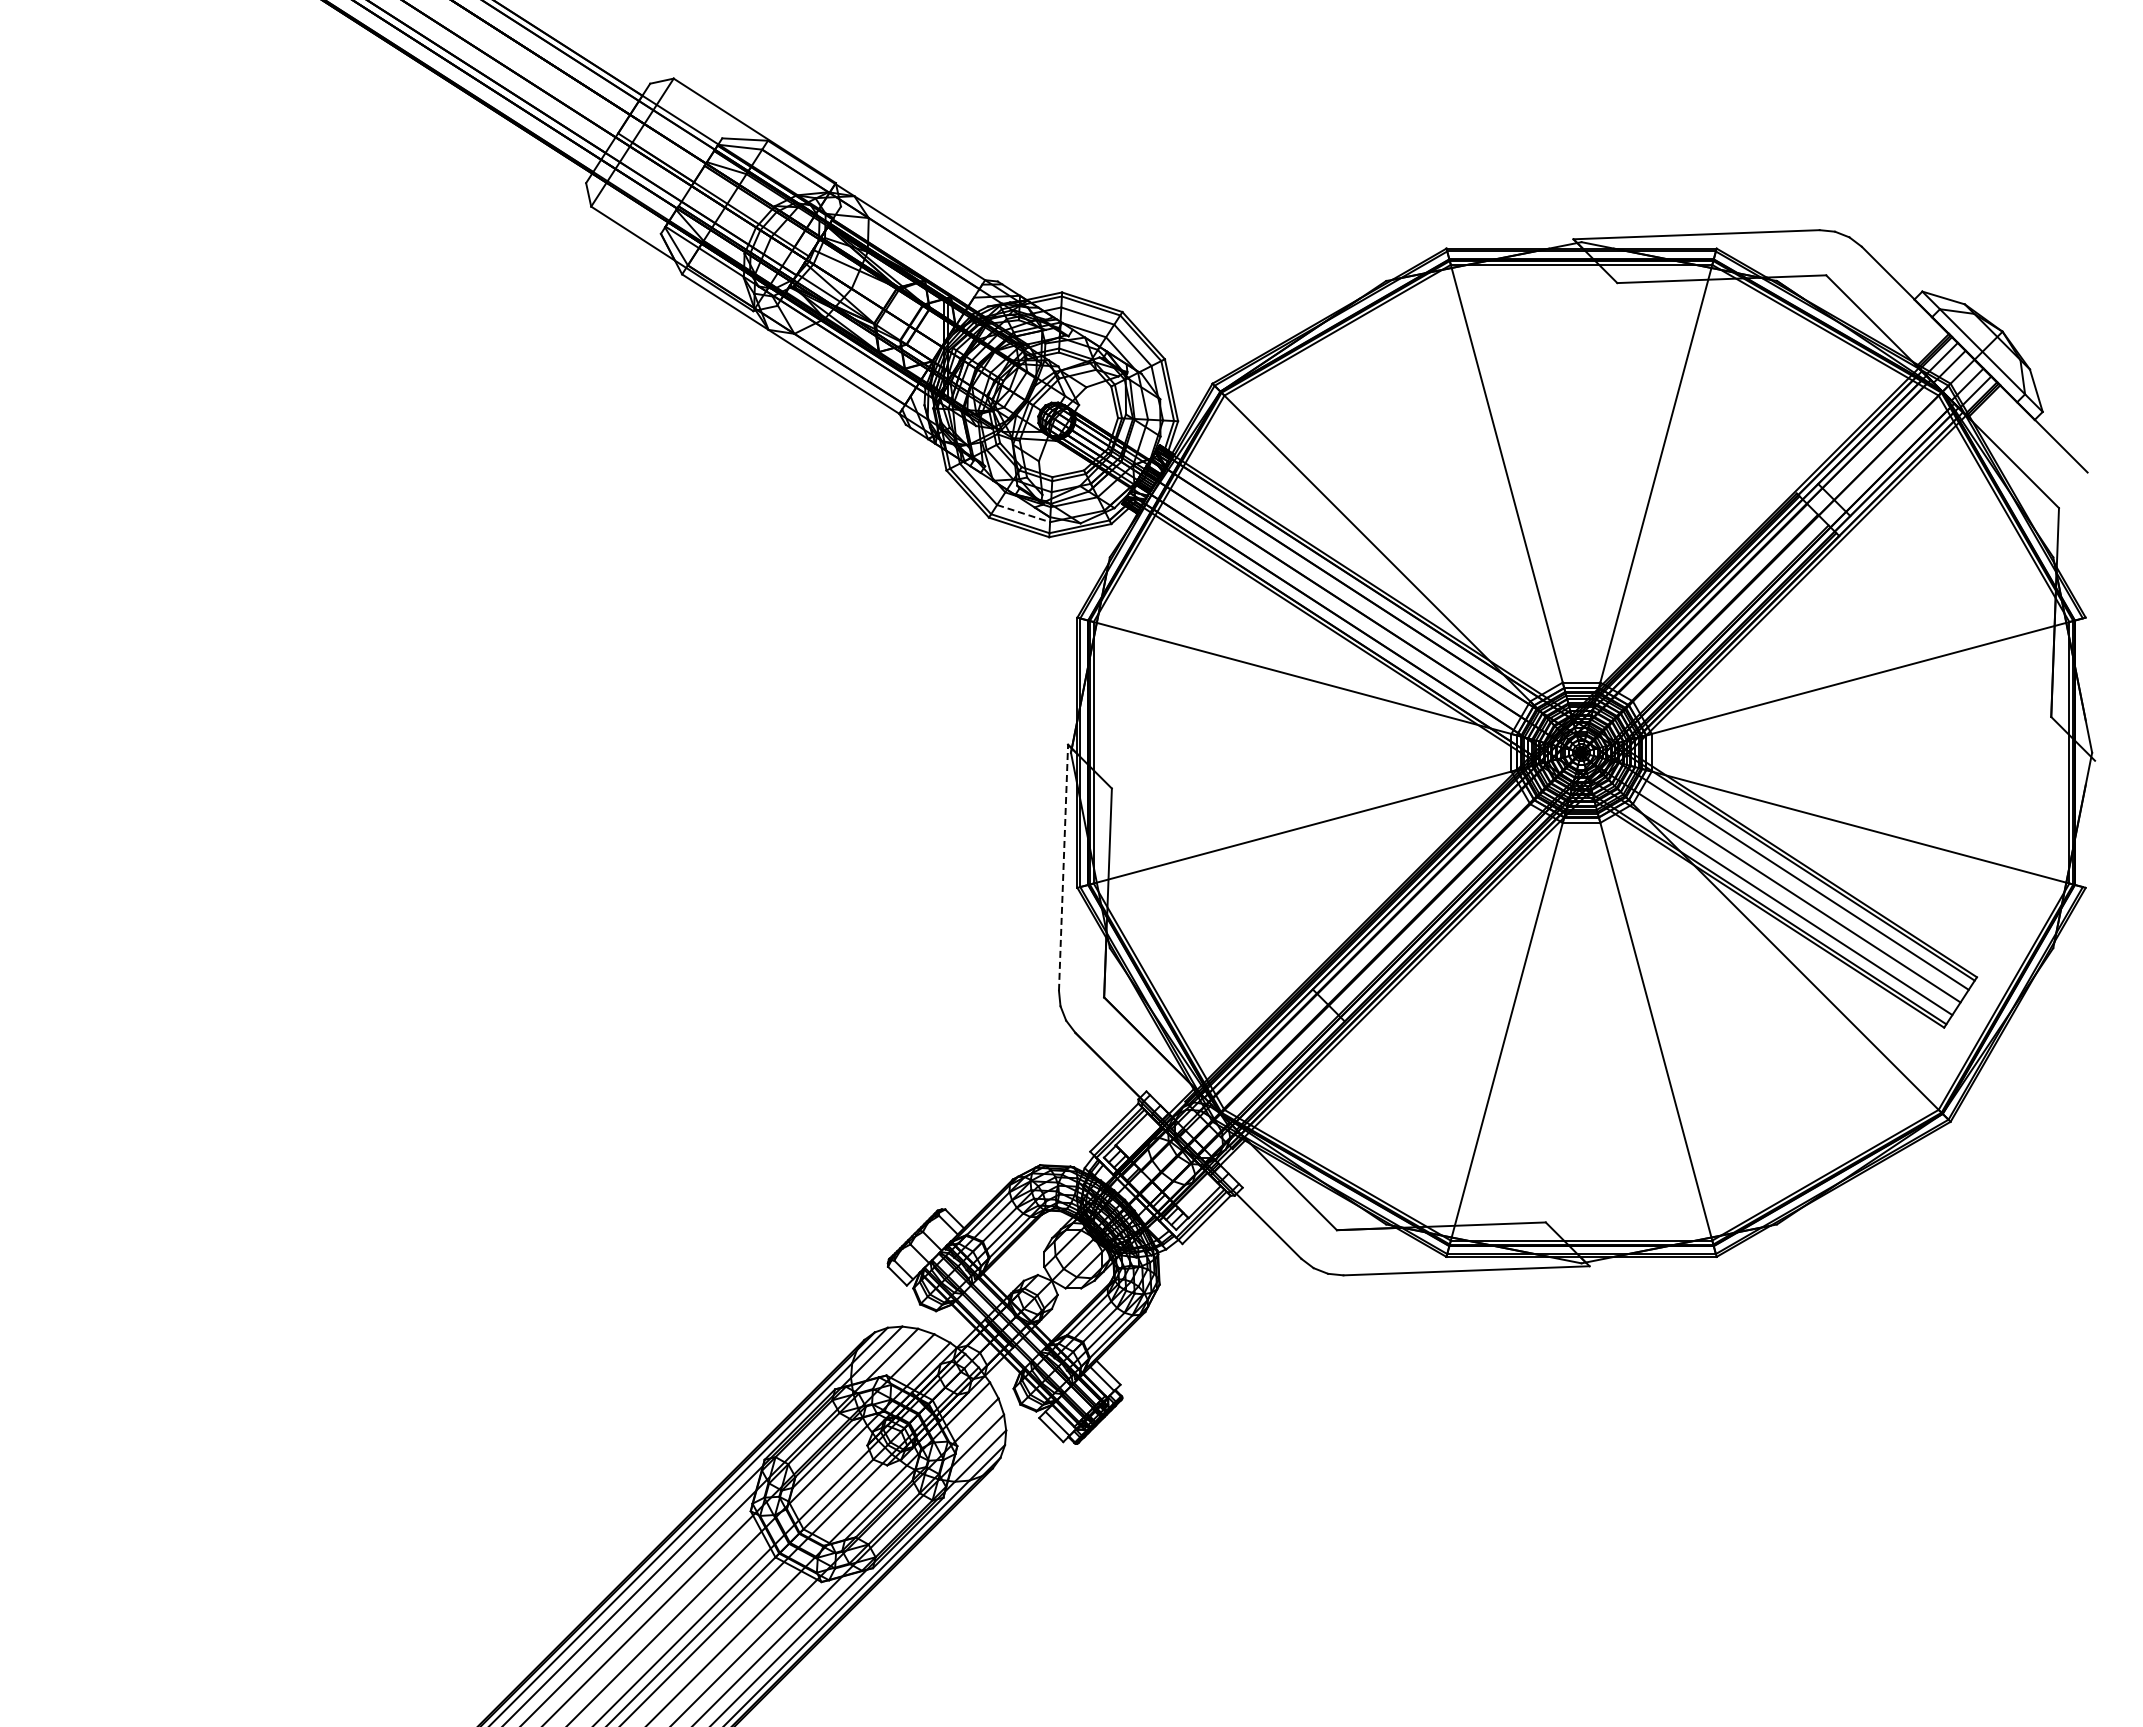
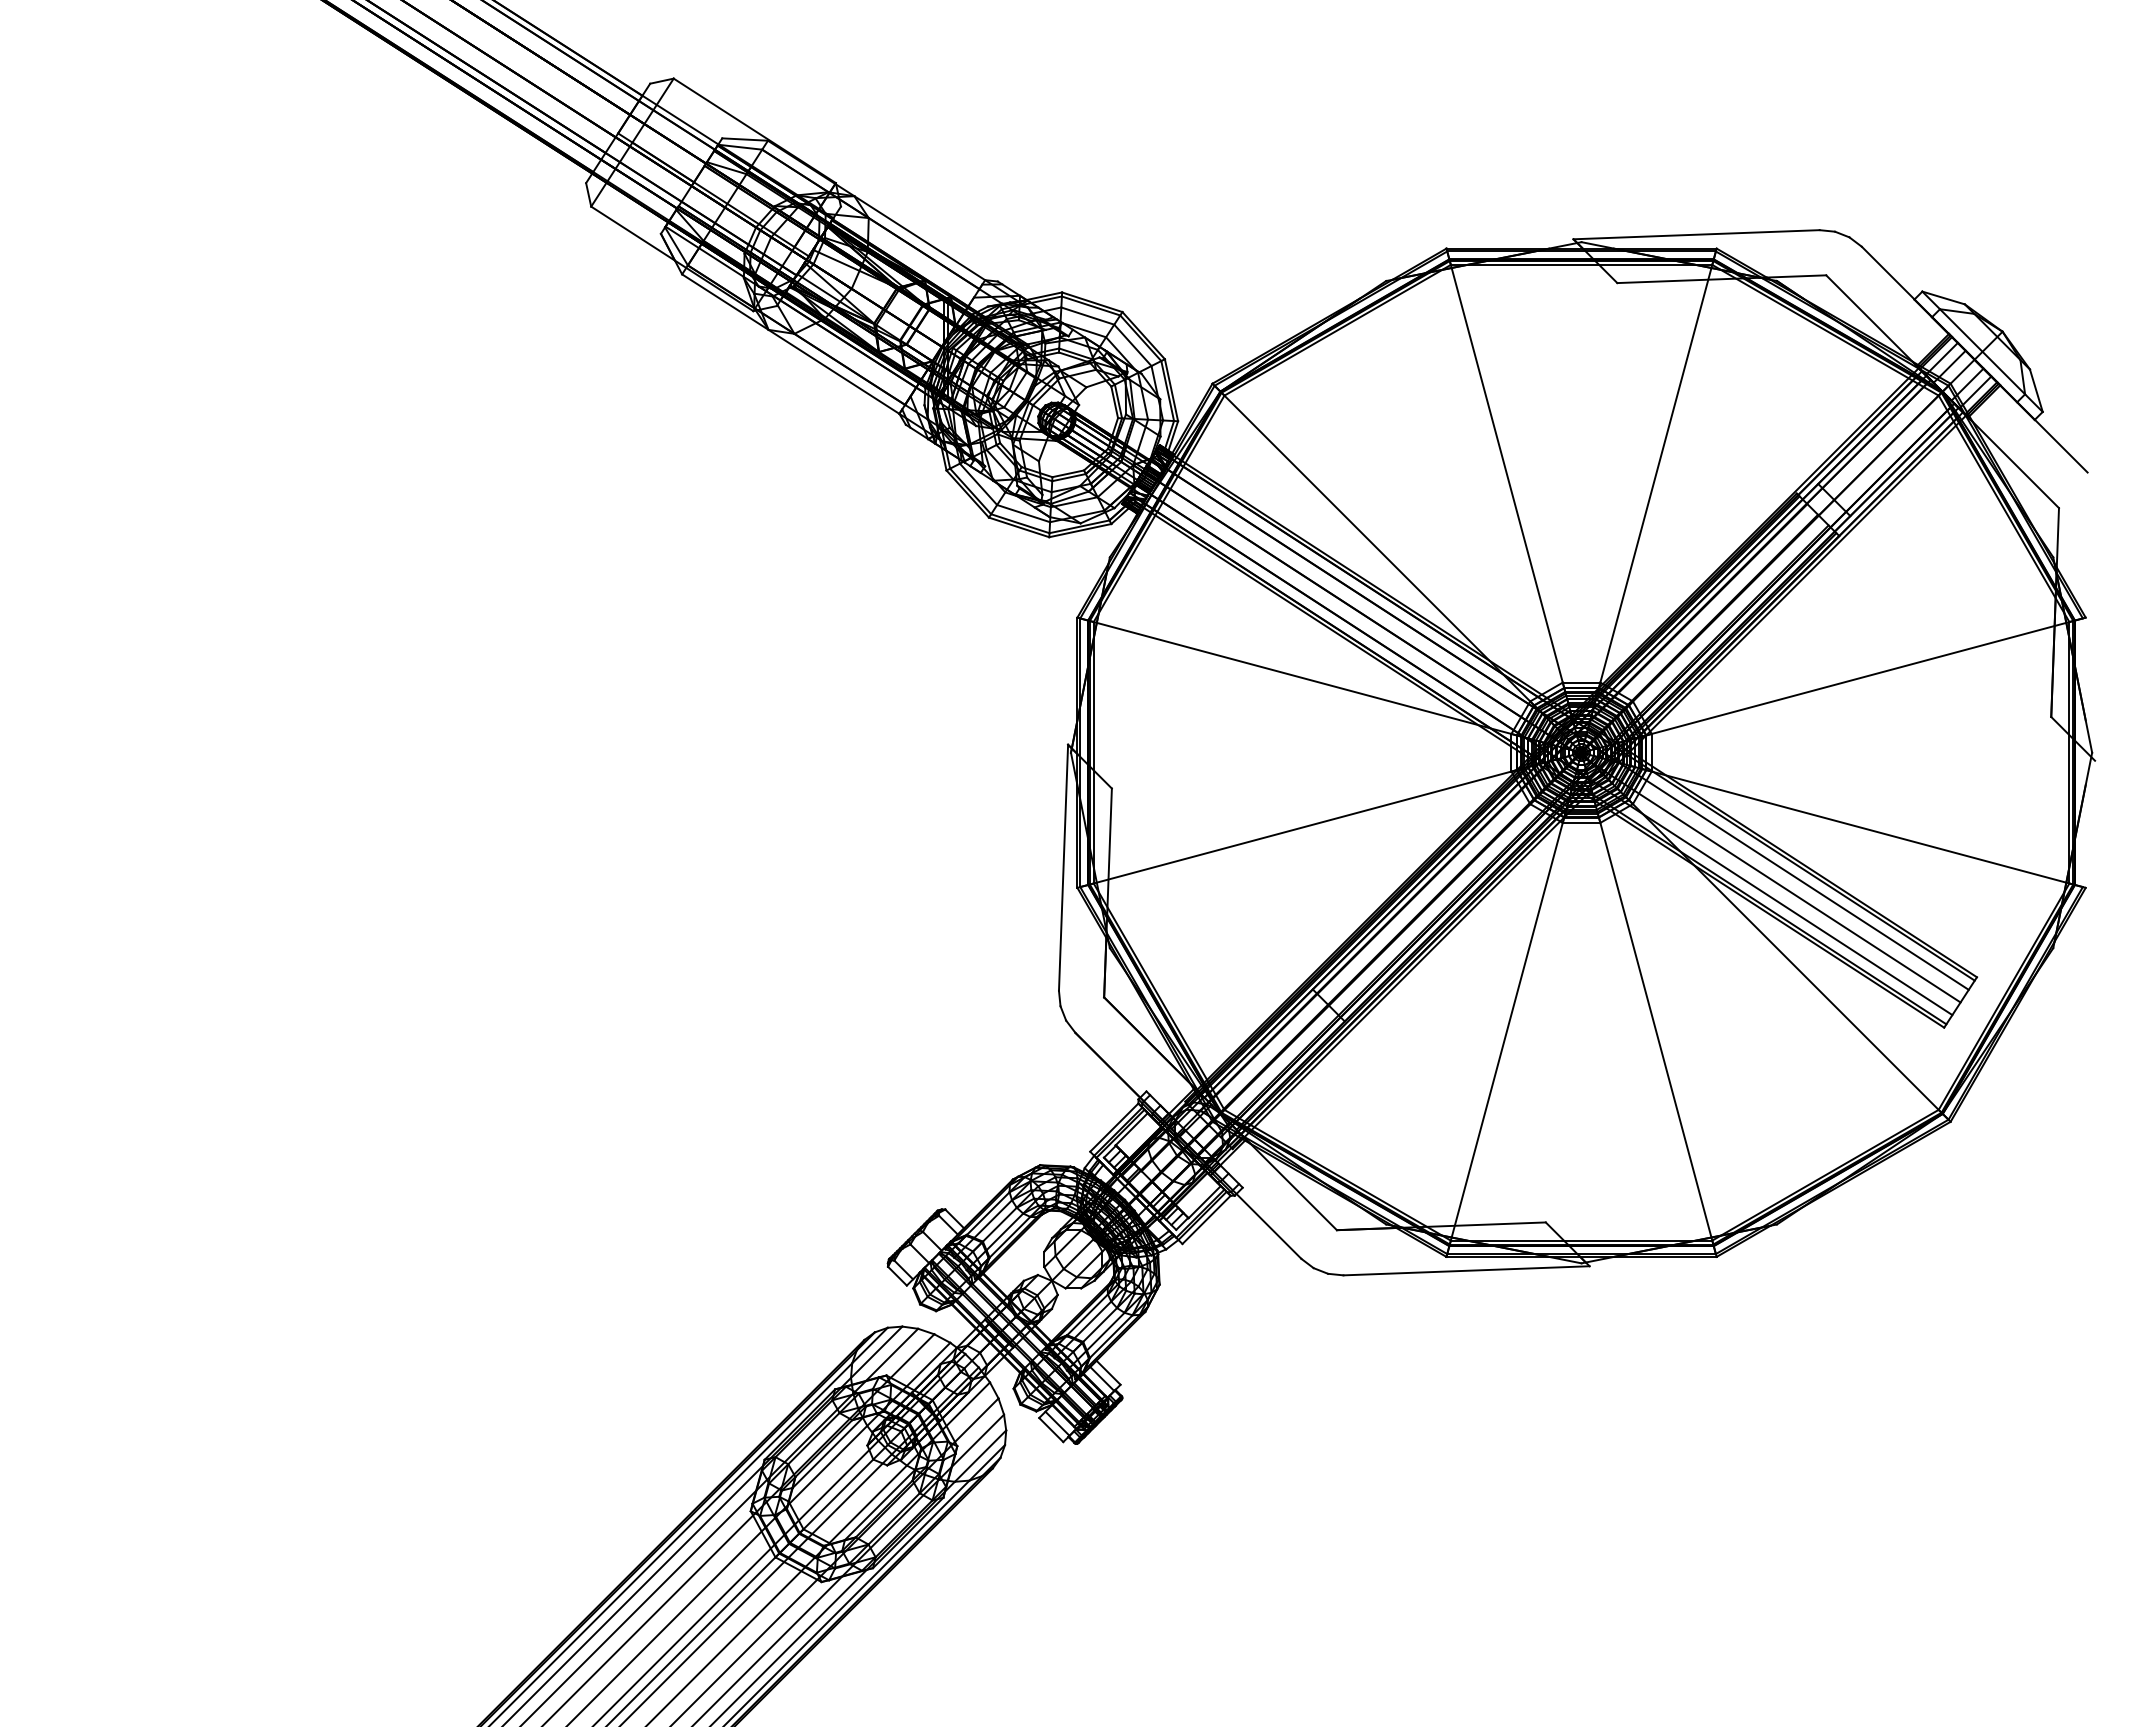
line at (1023, 513): dashed -> solid
line at (1063, 867): dashed -> solid
